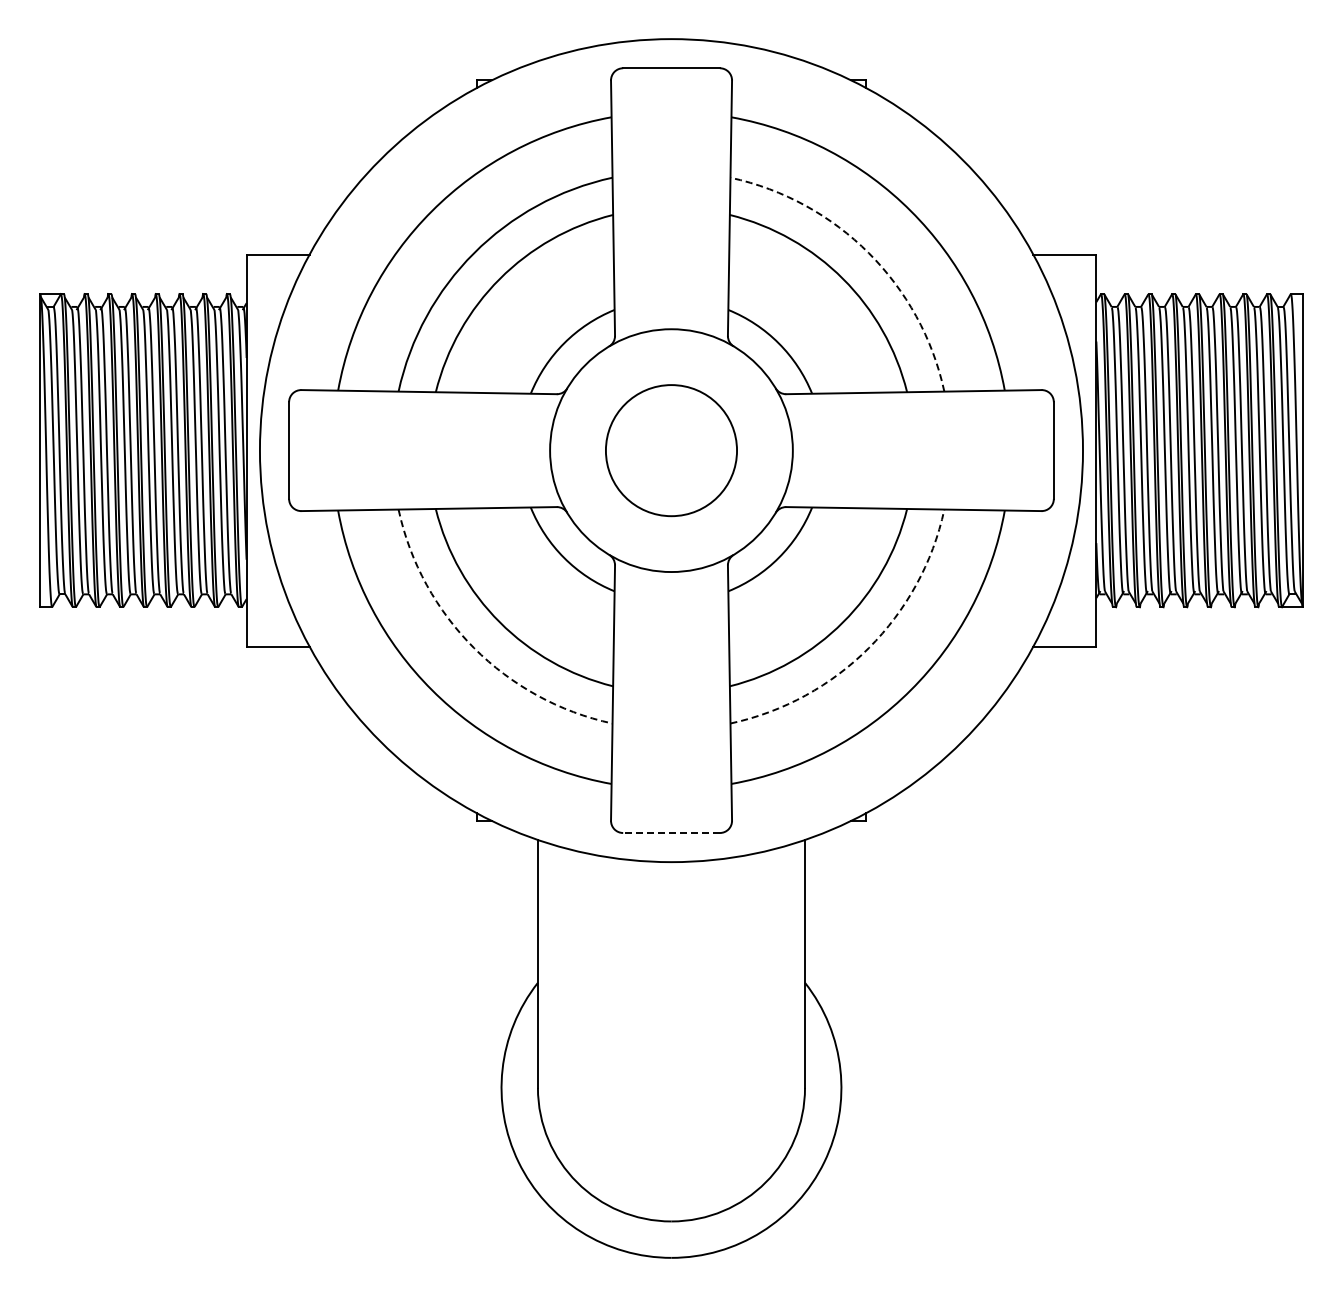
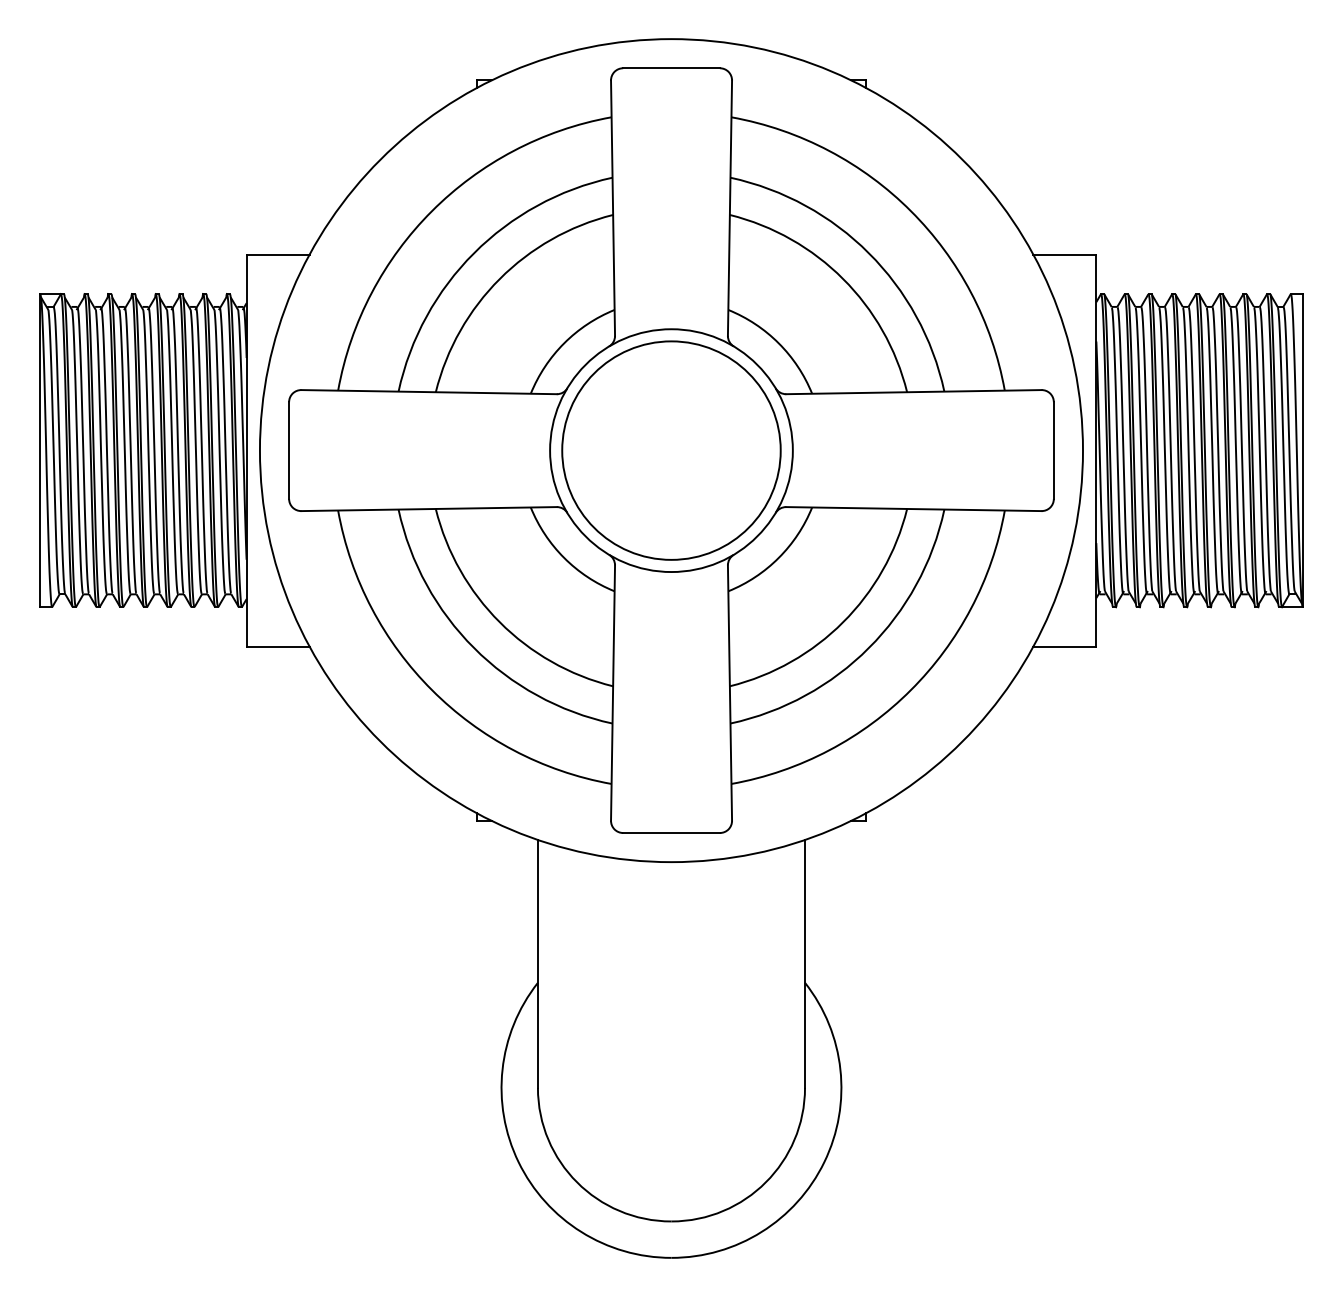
arc at (868, 253): dashed -> solid
circle at (671, 450) diameter: 131 px -> 219 px
arc at (474, 648): dashed -> solid
arc at (868, 648): dashed -> solid
line at (671, 833): dashed -> solid
